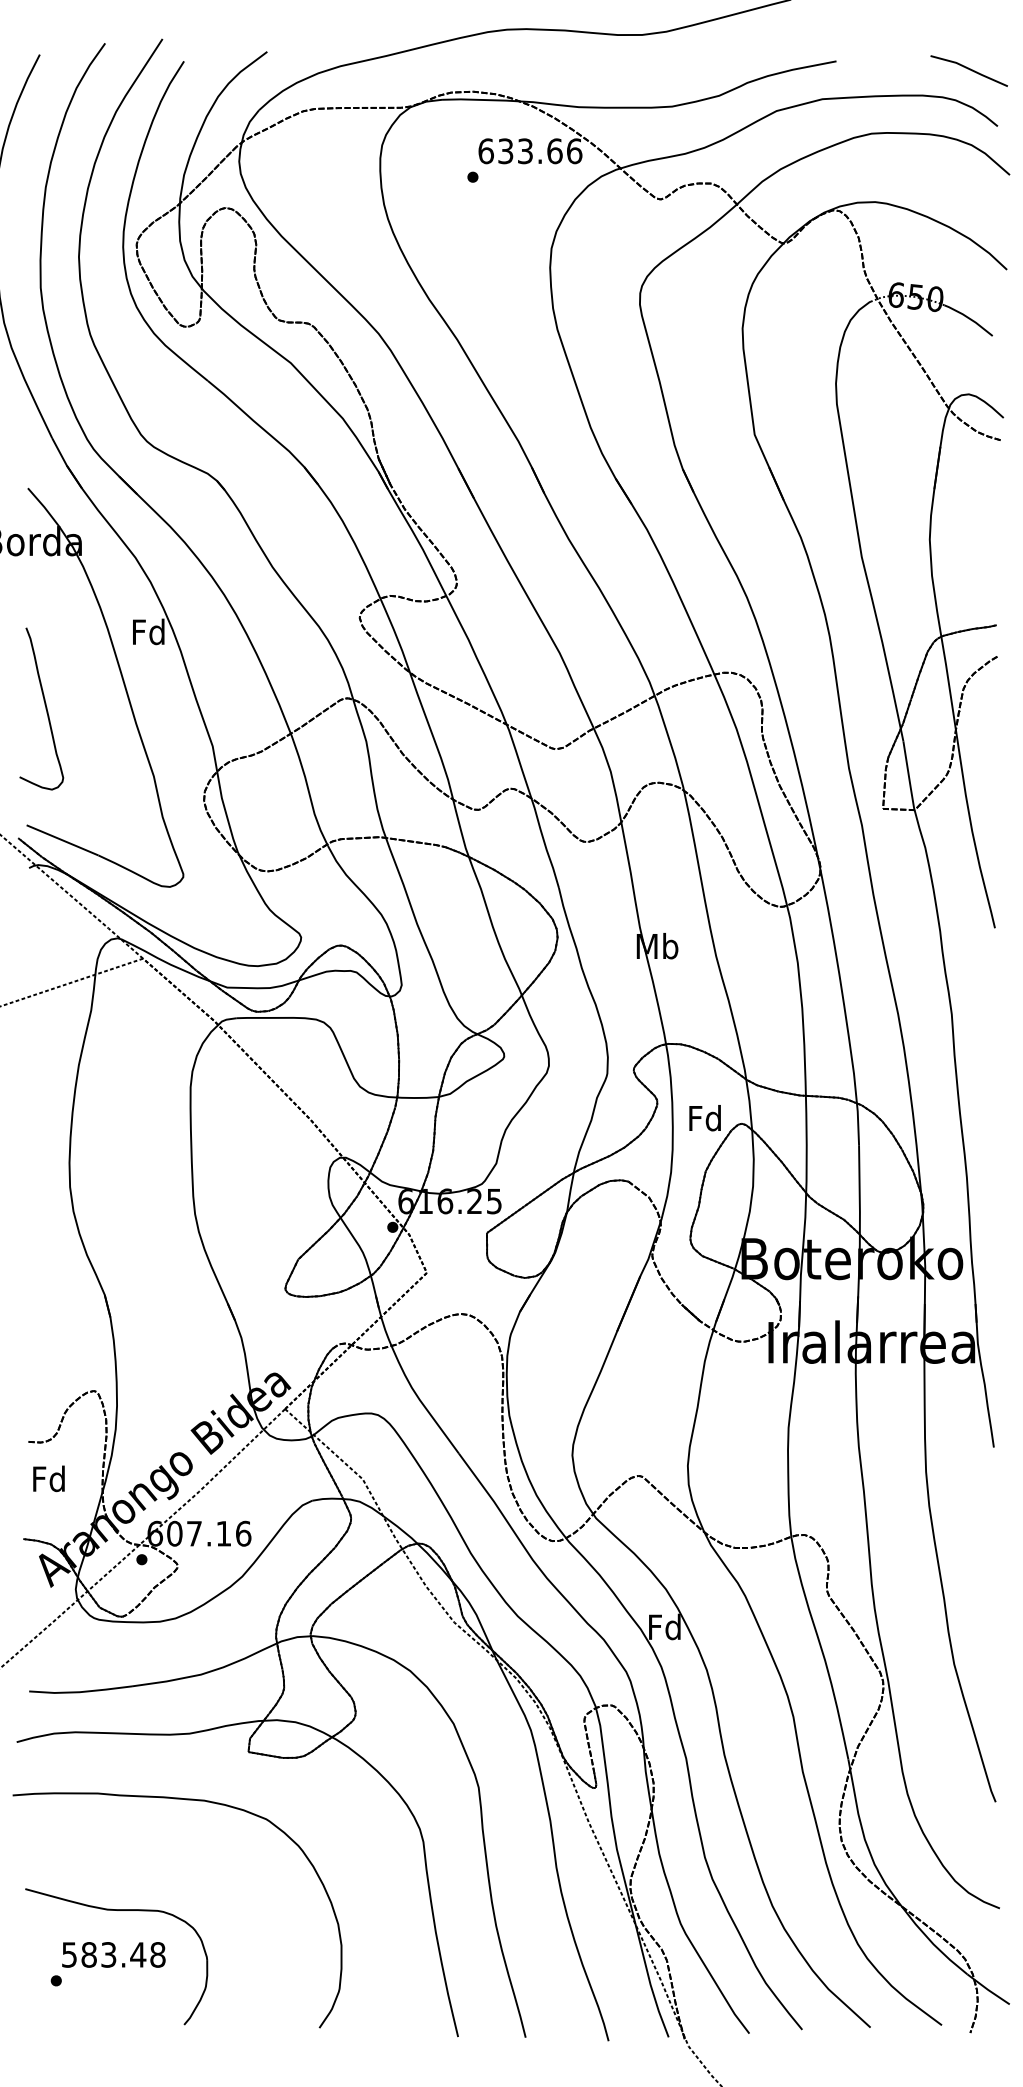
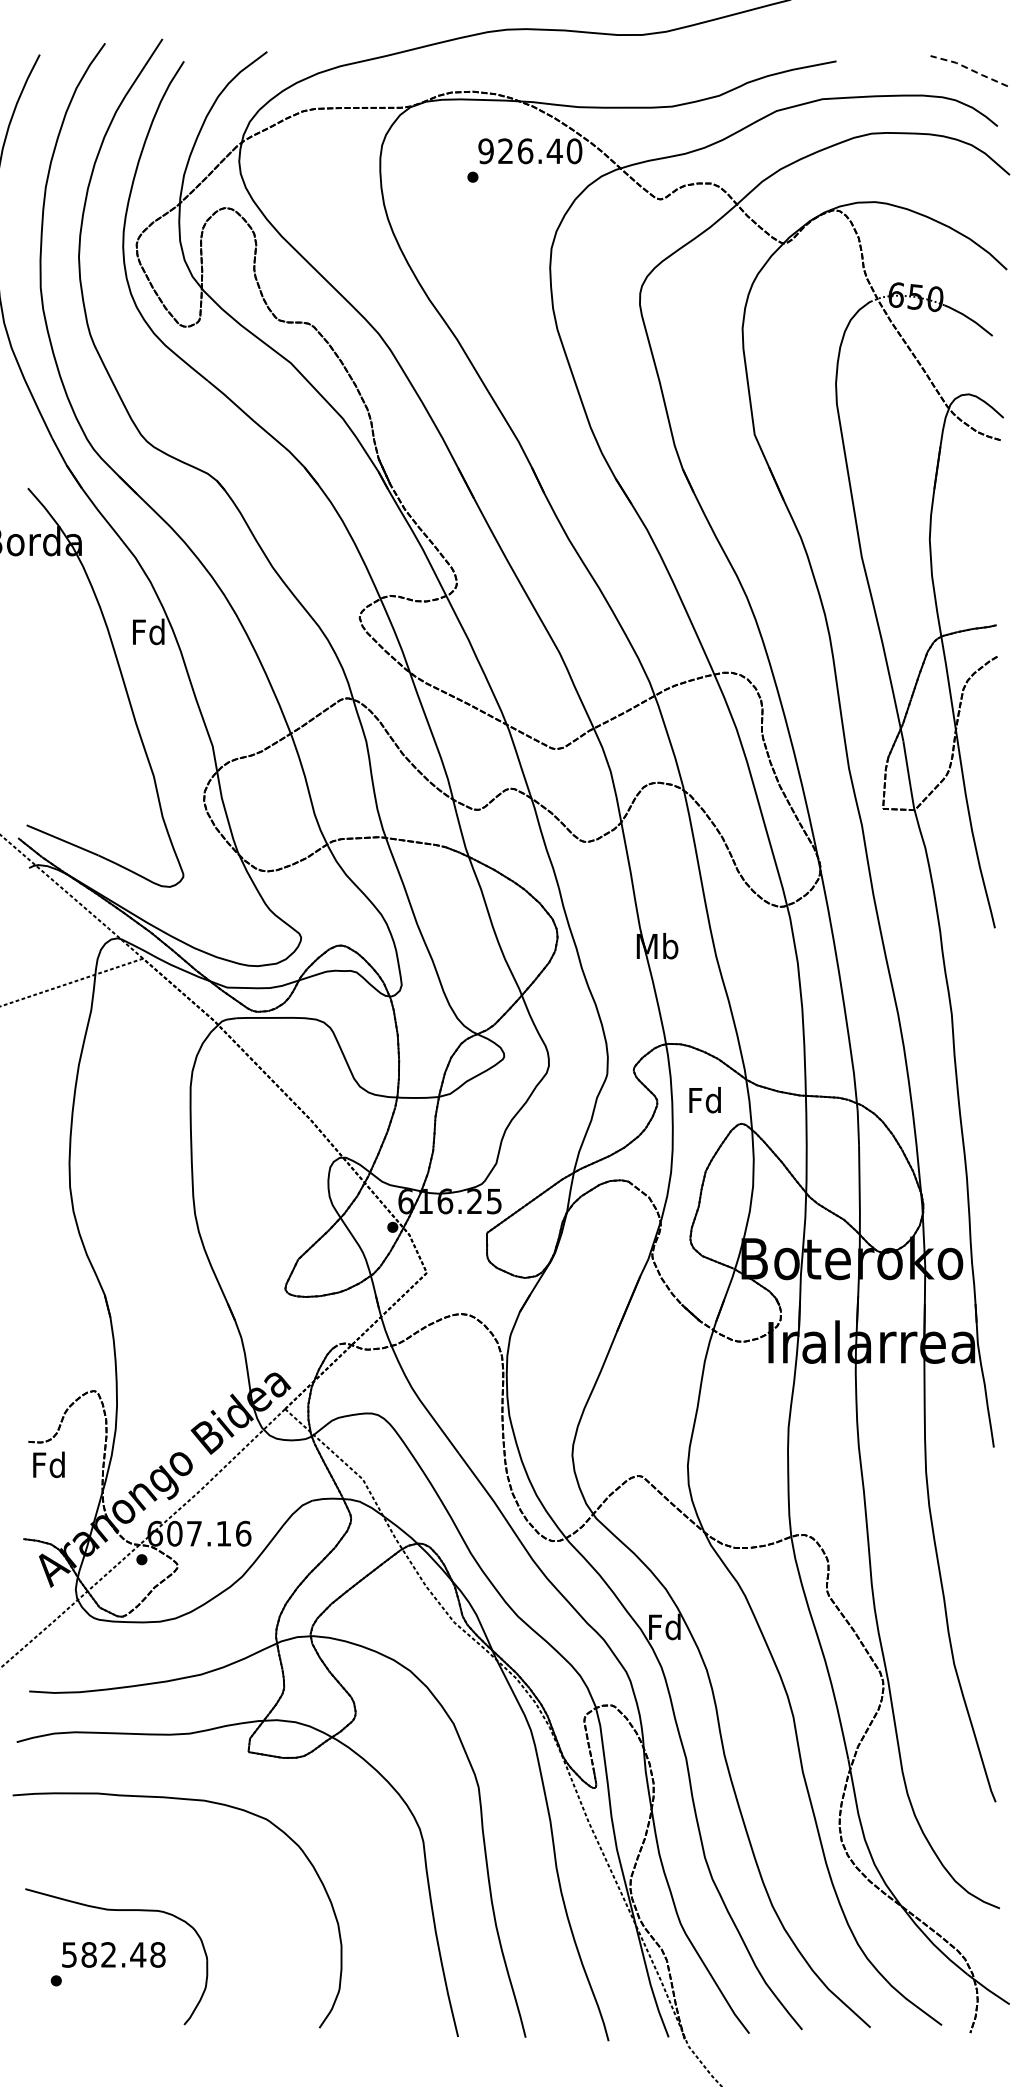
line at (969, 69): solid -> dashed
text at (530, 151): 633.66 -> 926.40
curve at (45, 708): present -> none
text at (704, 1118) position: (704, 1118) -> (704, 1100)
text at (48, 1478) position: (48, 1478) -> (48, 1464)
text at (108, 1954): 583.48 -> 582.48
